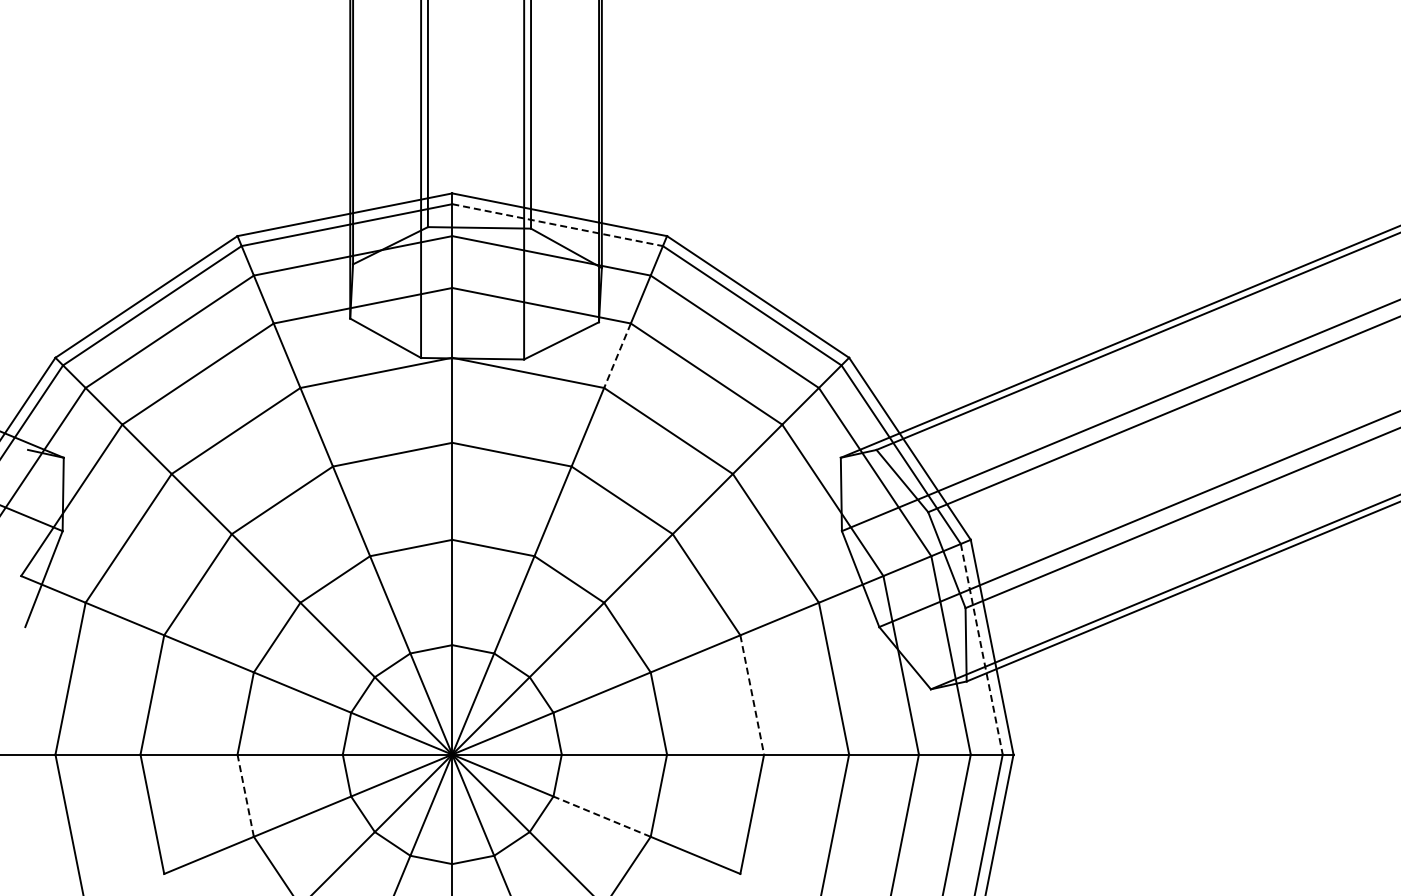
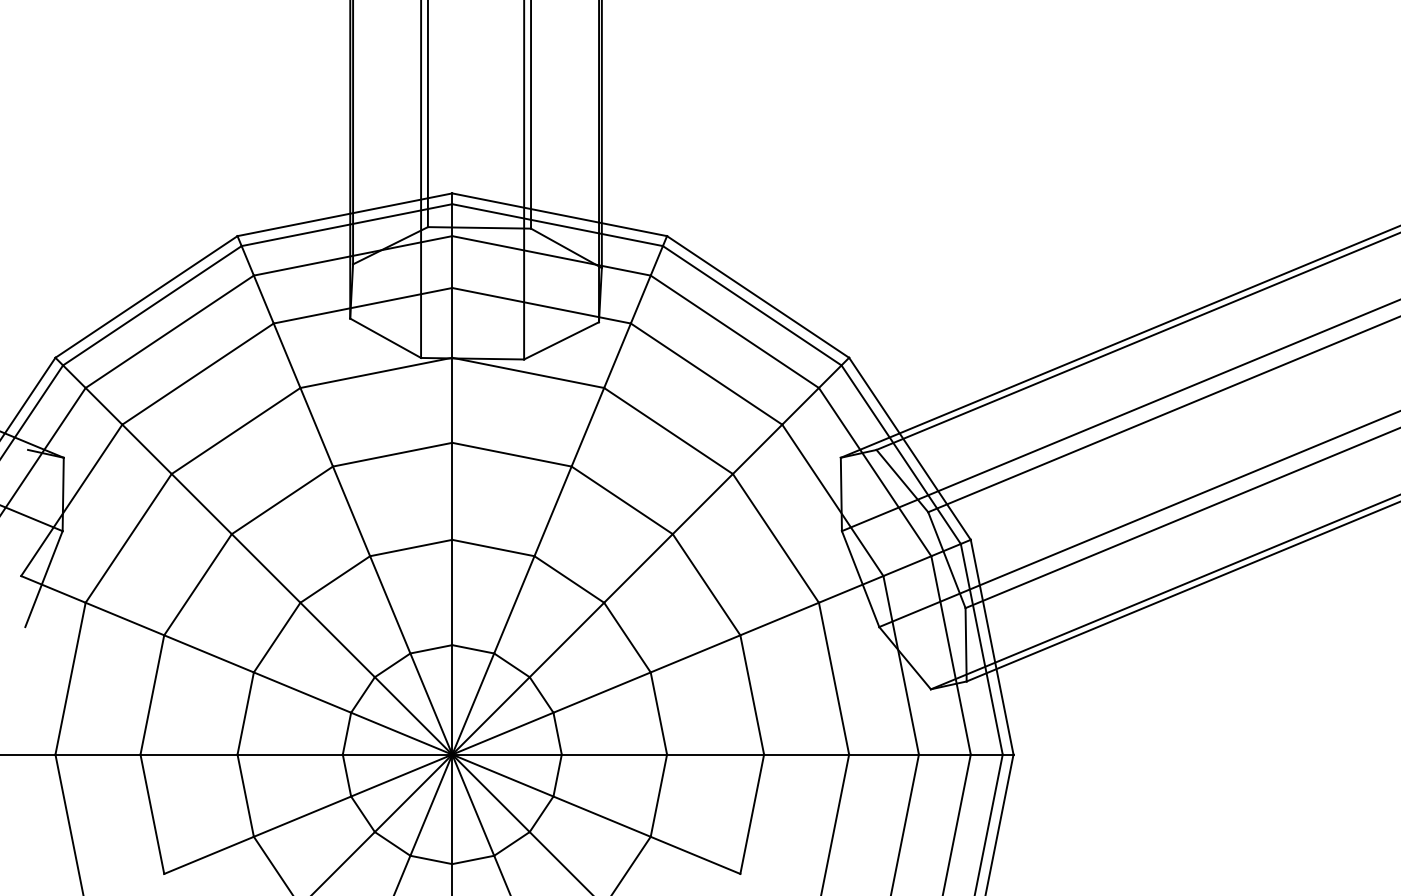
line at (558, 225): dashed -> solid
line at (617, 355): dashed -> solid
line at (981, 649): dashed -> solid
line at (752, 694): dashed -> solid
line at (245, 795): dashed -> solid
line at (602, 816): dashed -> solid
